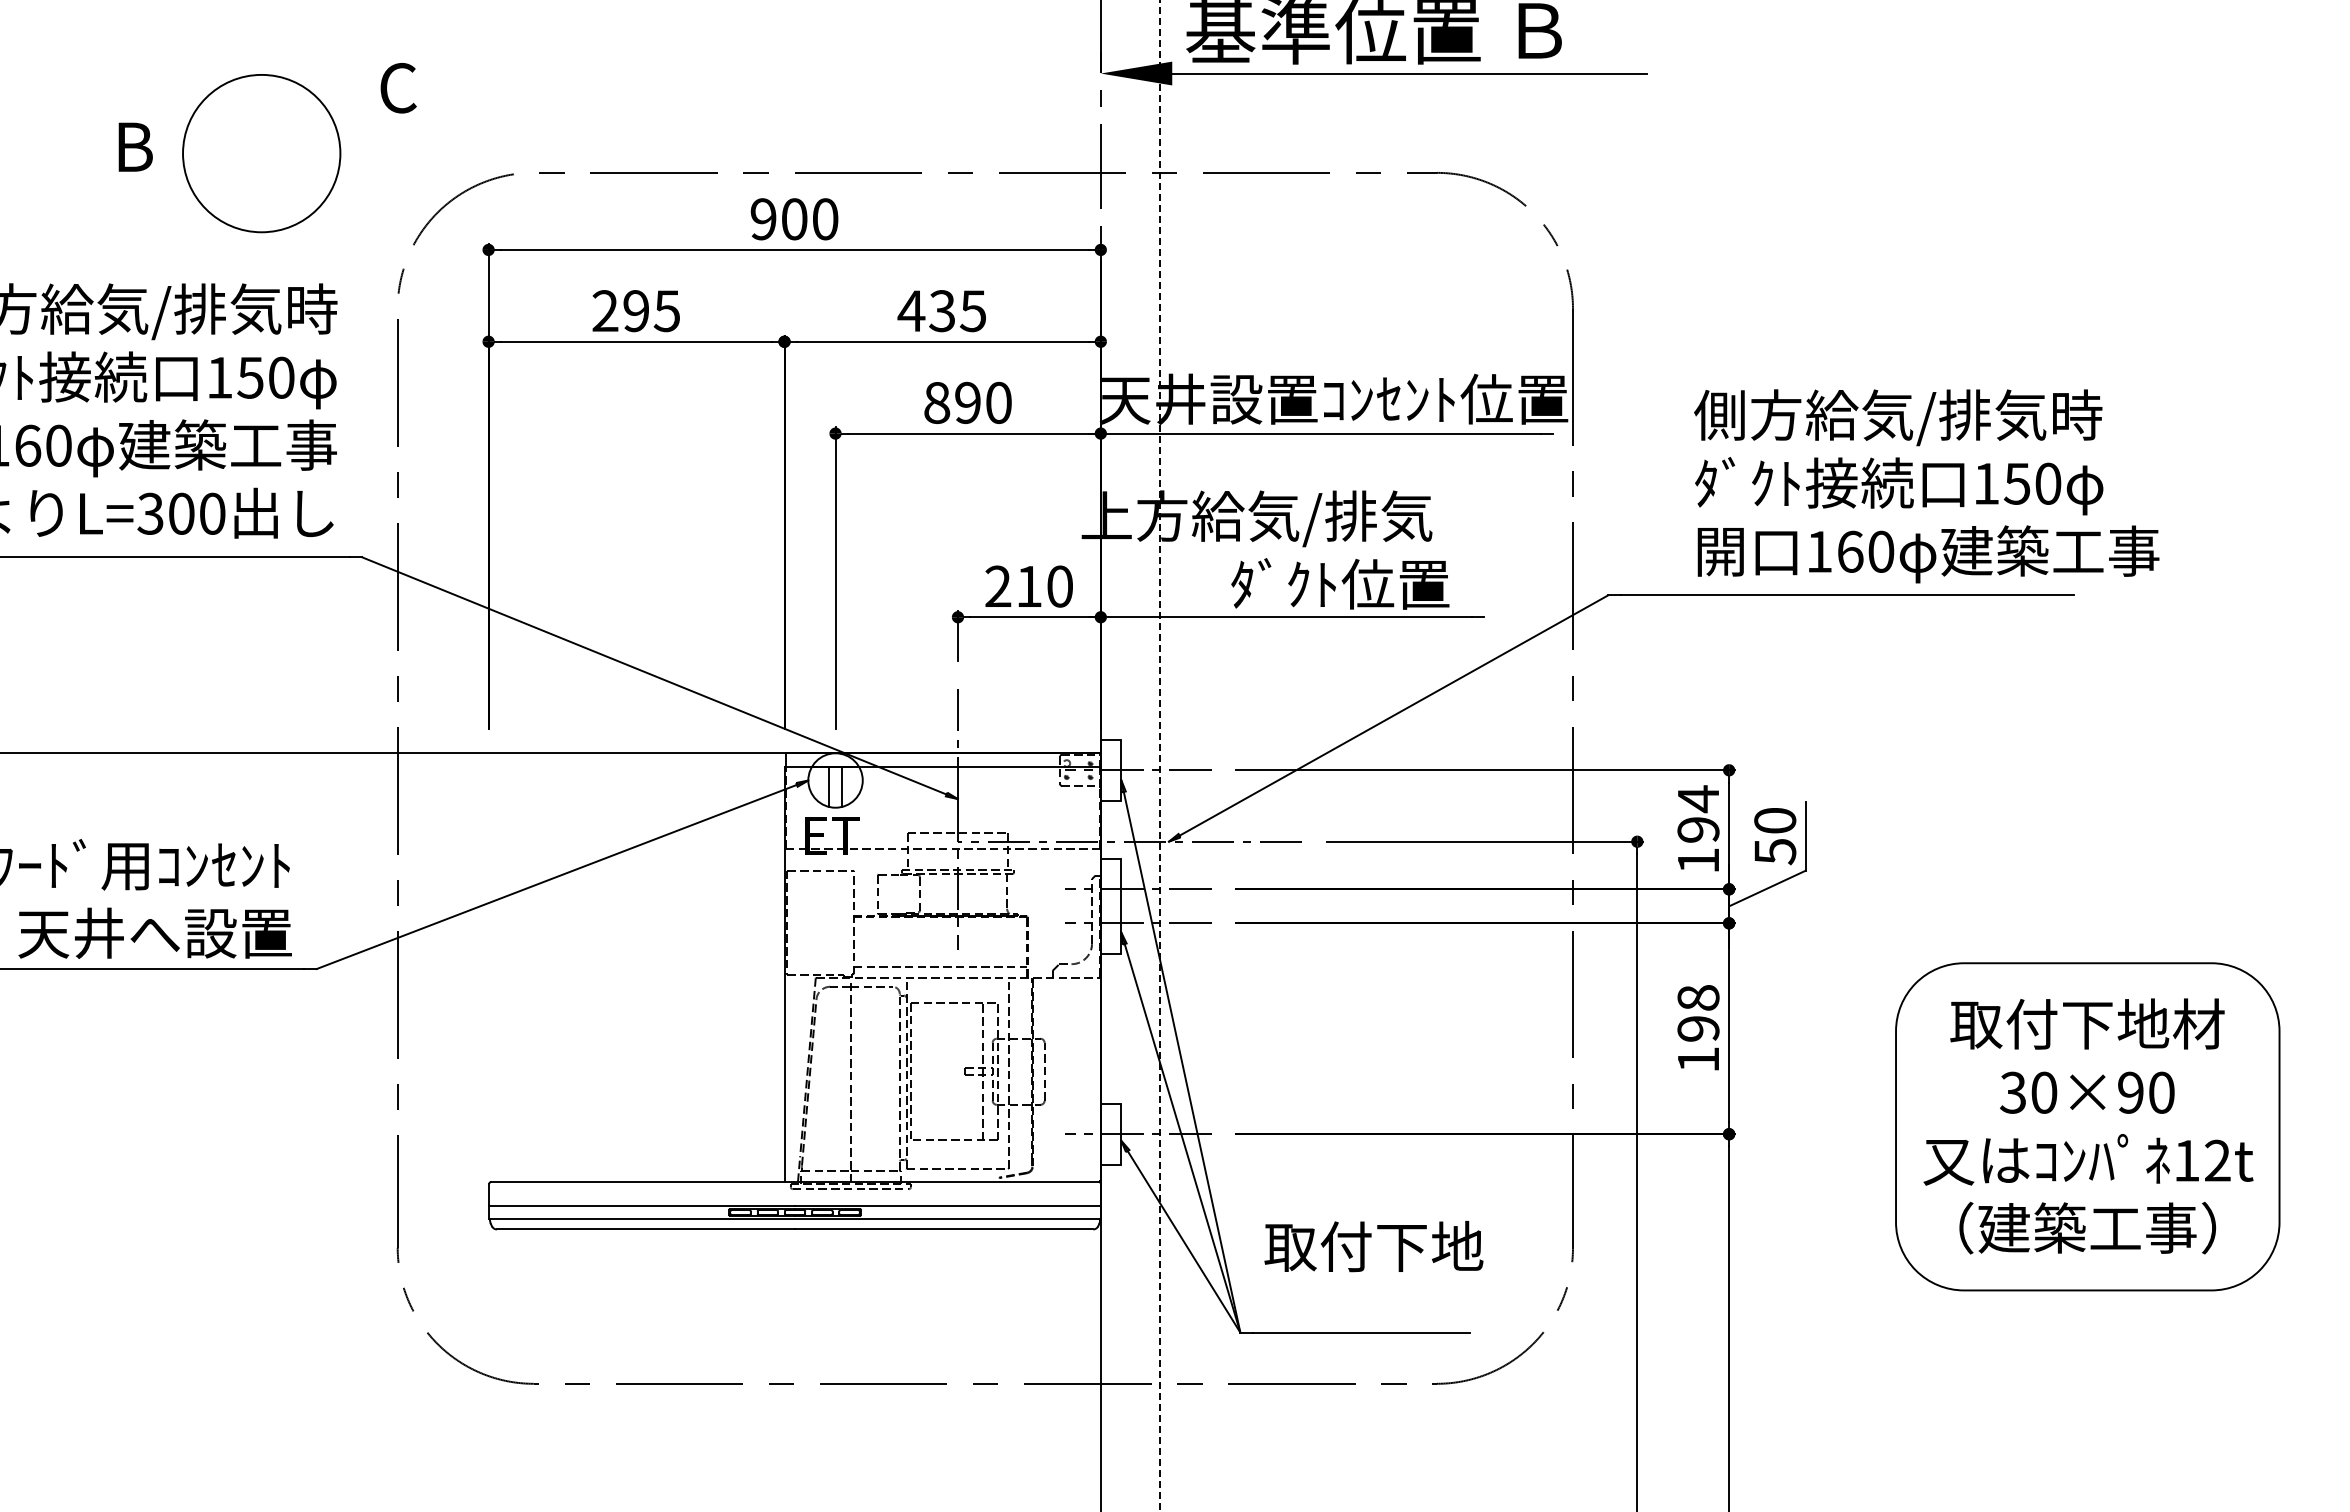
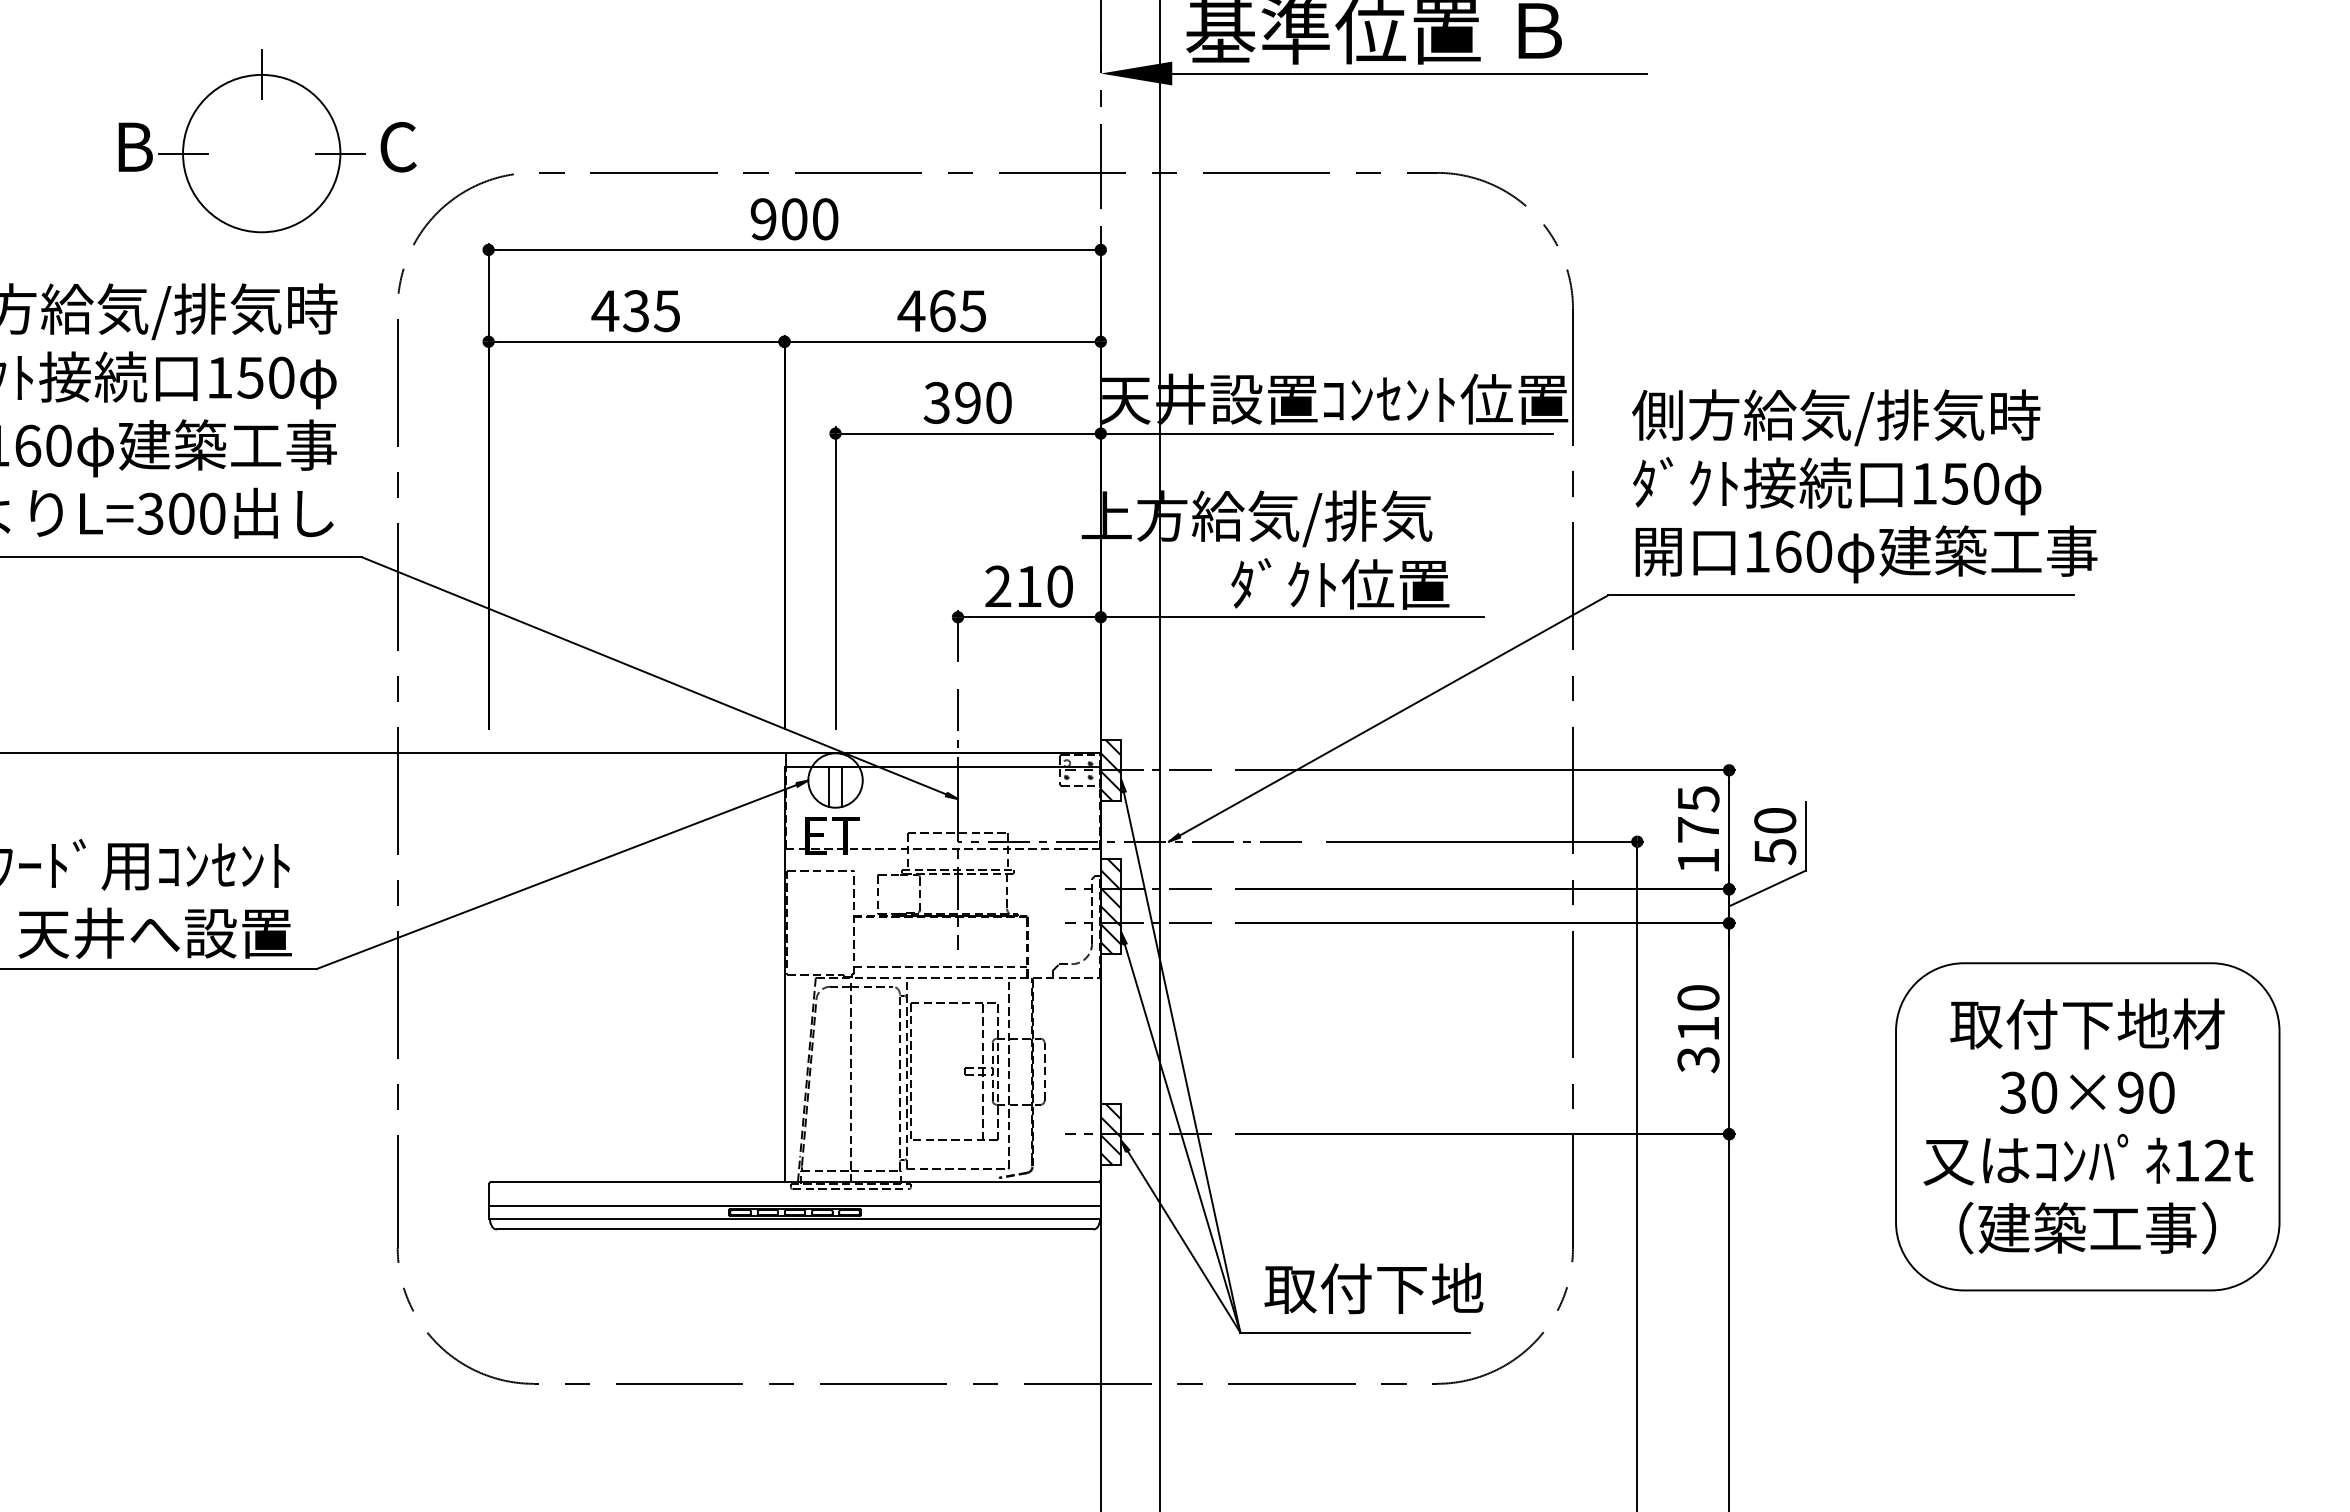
line at (261, 74): none -> present
text at (398, 88) position: (398, 88) -> (398, 147)
line at (182, 153): none -> present
line at (339, 153): none -> present
text at (619, 311): 295 -> 435
text at (942, 311): 435 -> 465
text at (936, 402): 890 -> 390
text at (1926, 486) position: (1926, 486) -> (1864, 486)
line at (1160, 755): dashed -> solid
hatch at (1110, 769): none -> present
text at (1698, 813): 194 -> 175
hatch at (1110, 905): none -> present
text at (1698, 1029): 198 -> 310
hatch at (1110, 1133): none -> present
text at (1373, 1246) position: (1373, 1246) -> (1373, 1288)
